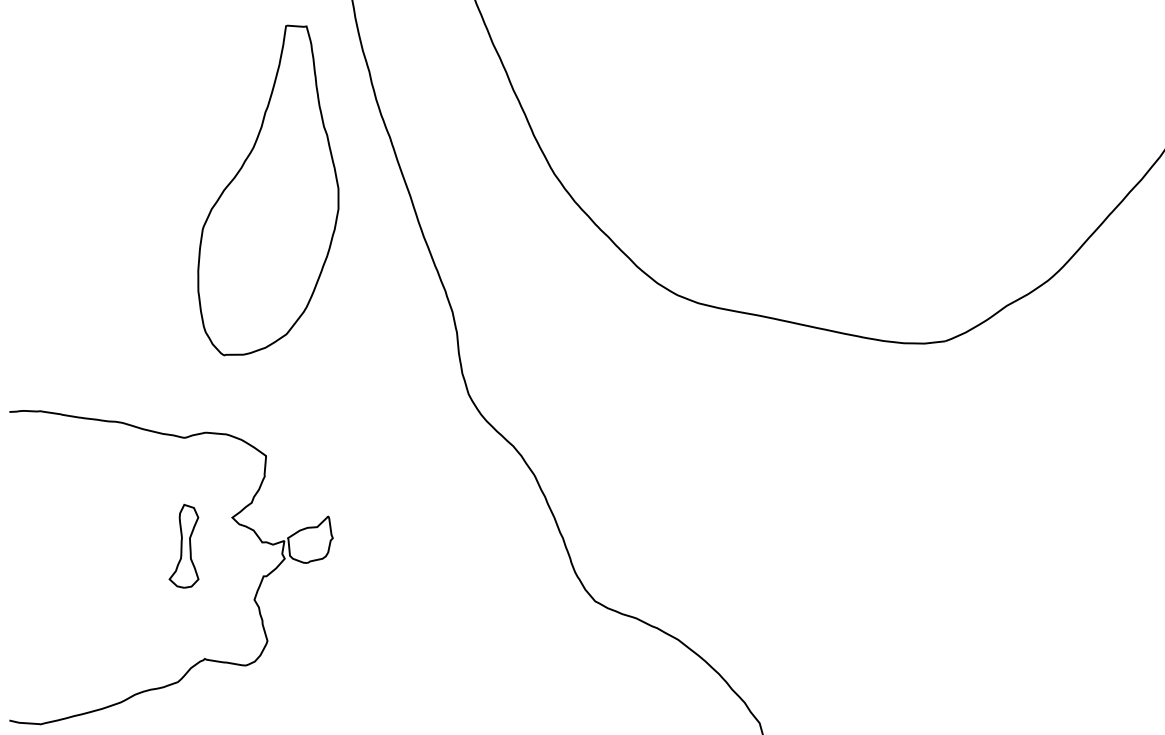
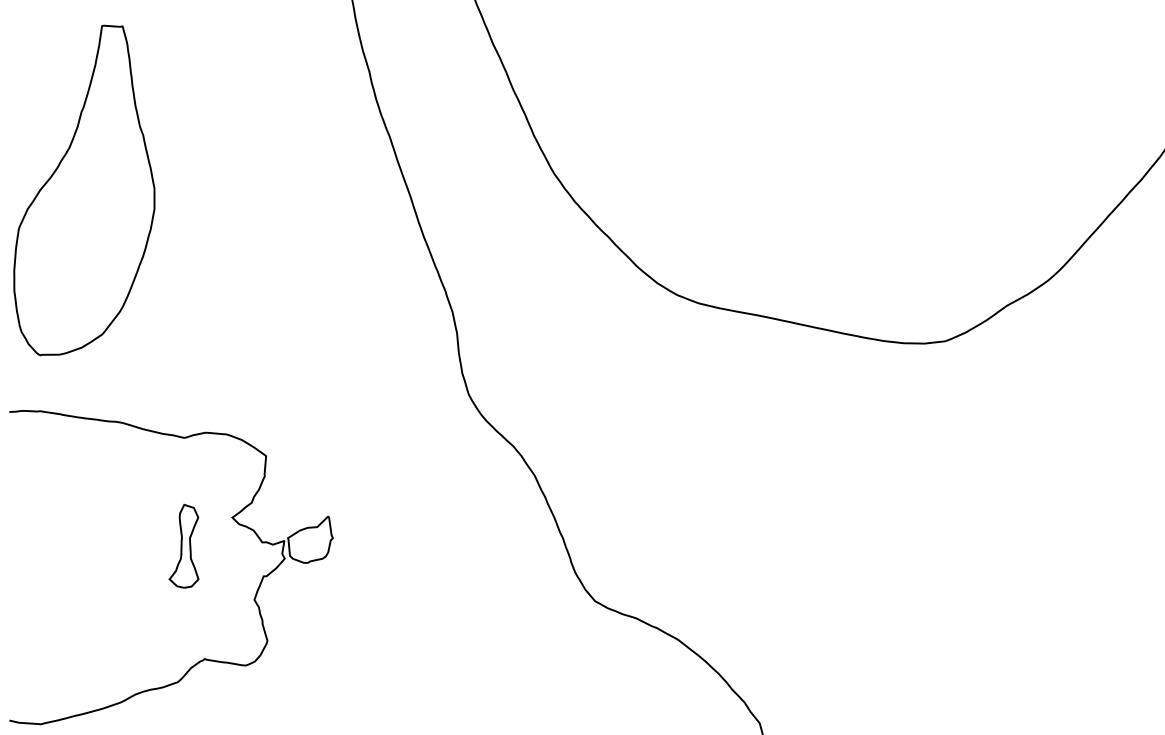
part at (268, 190) position: (268, 190) -> (84, 190)
